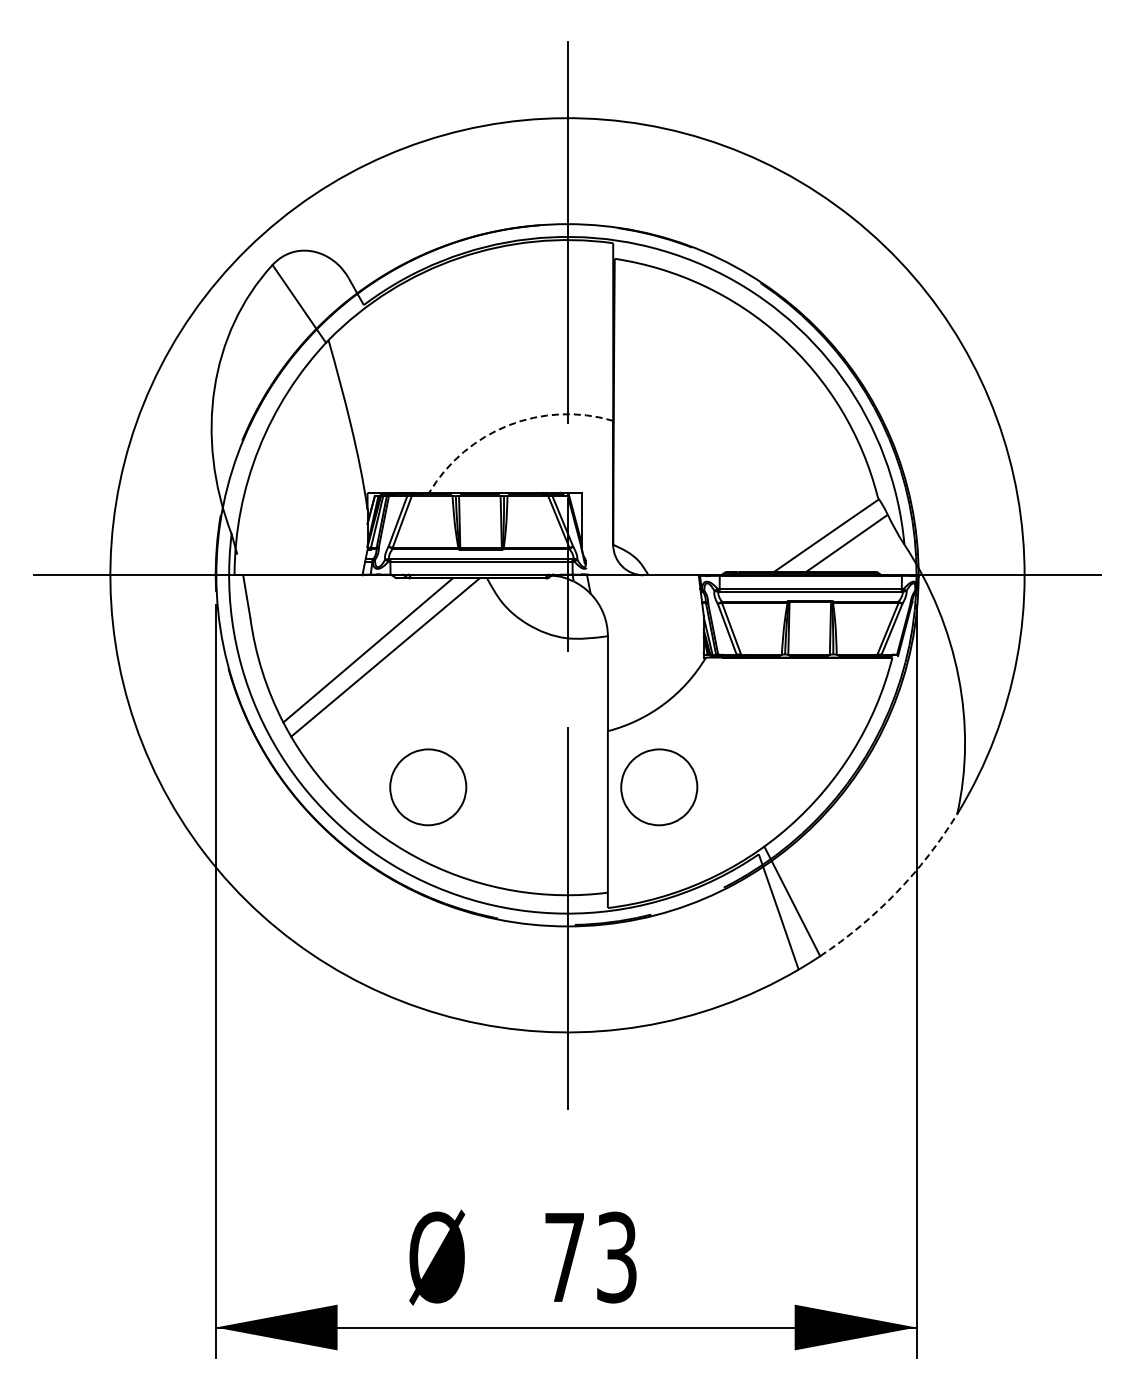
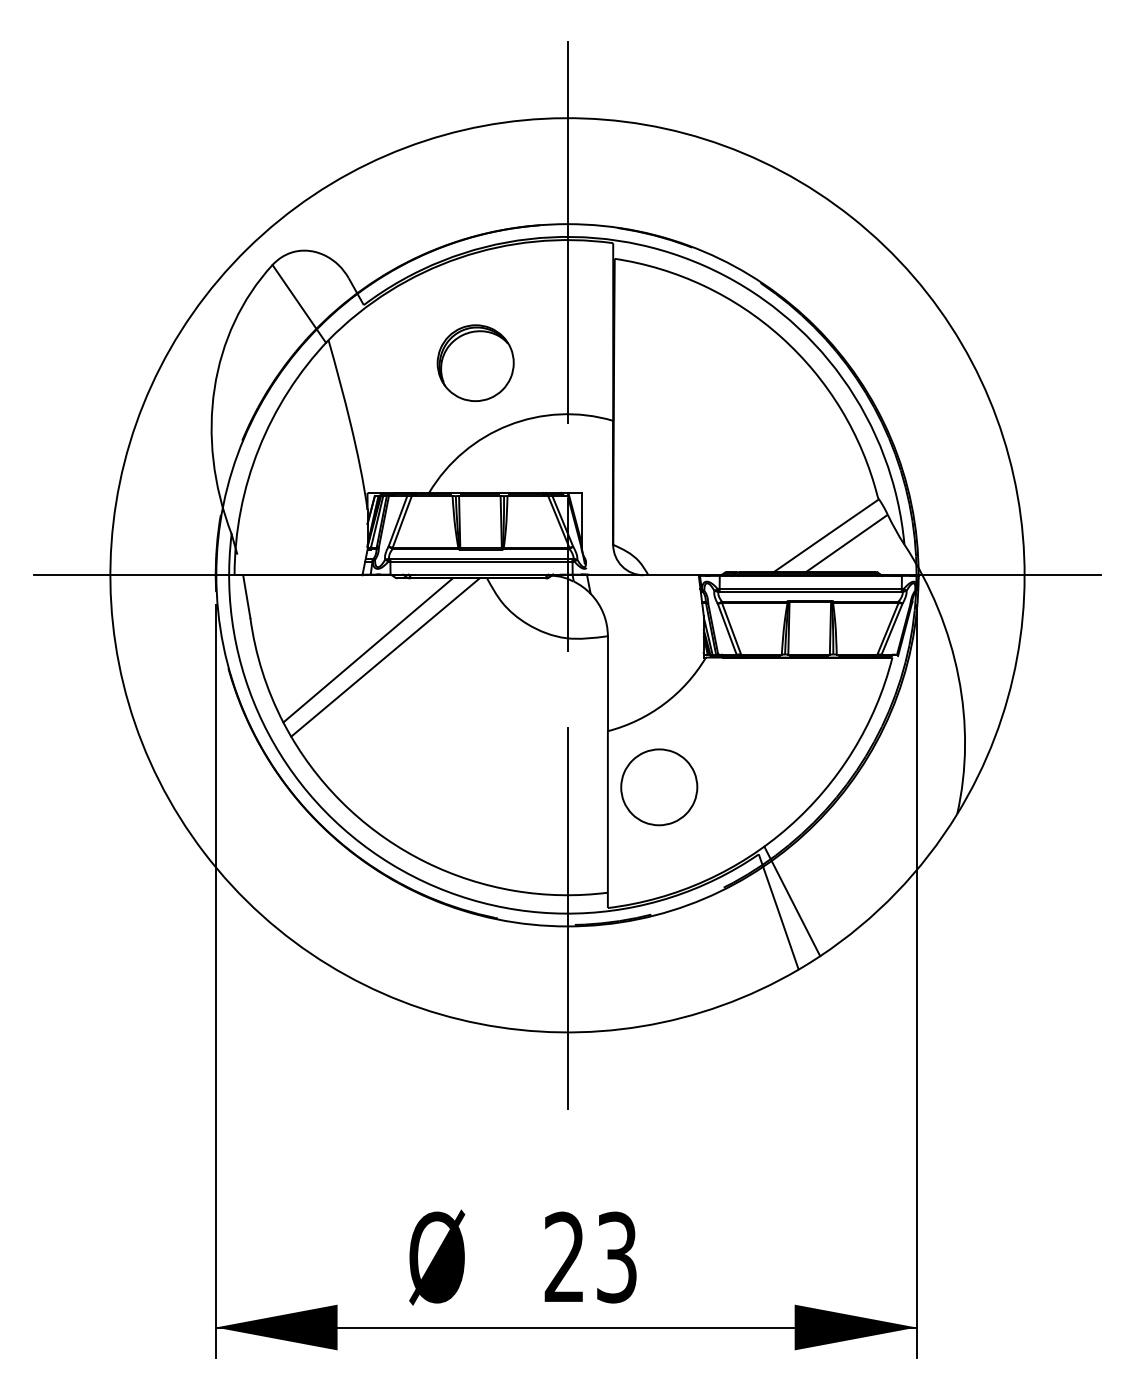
part at (475, 362): none -> present
arc at (508, 425): dashed -> solid
part at (428, 787): present -> none
arc at (896, 892): dashed -> solid
text at (563, 1256): 73 -> 23
